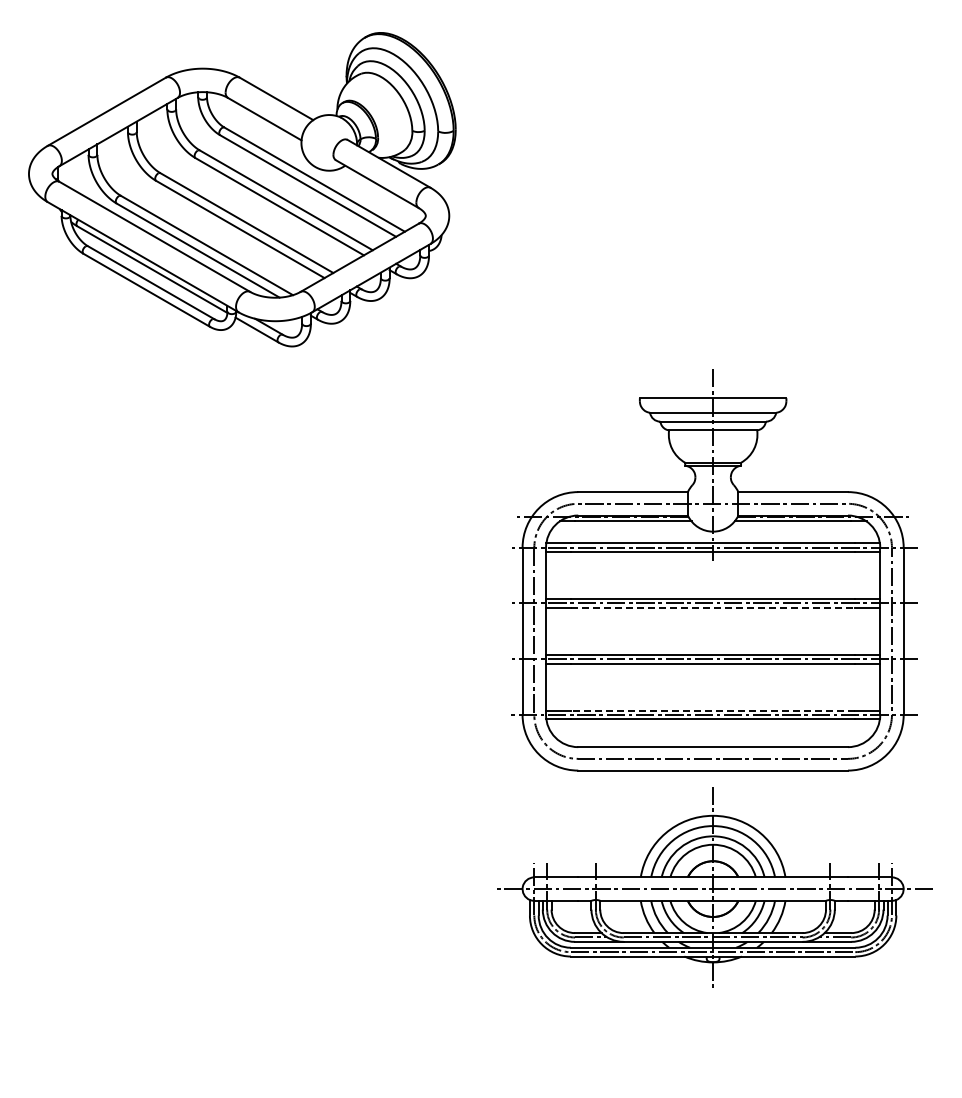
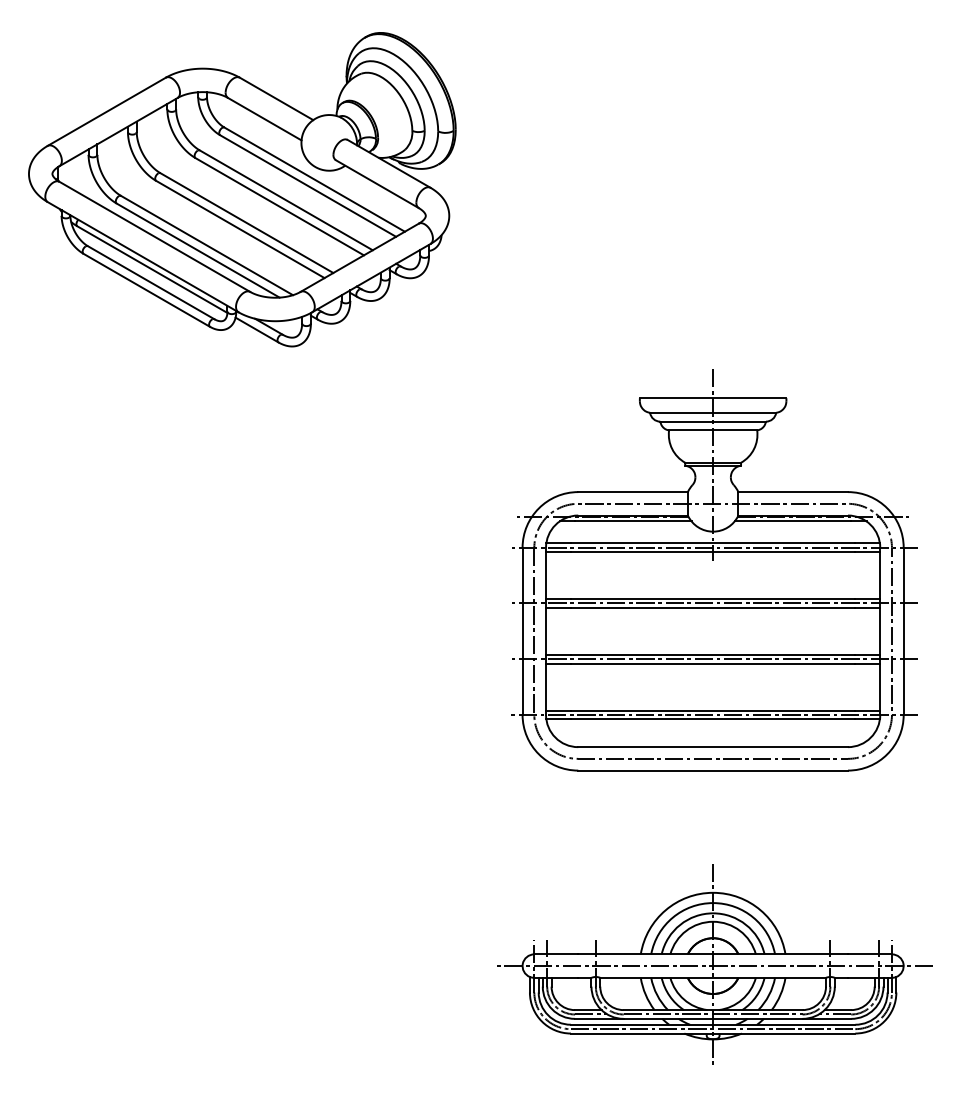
line at (713, 607): dashed -> solid
line at (712, 710): dashed -> solid
part at (714, 887) position: (714, 887) -> (714, 964)
